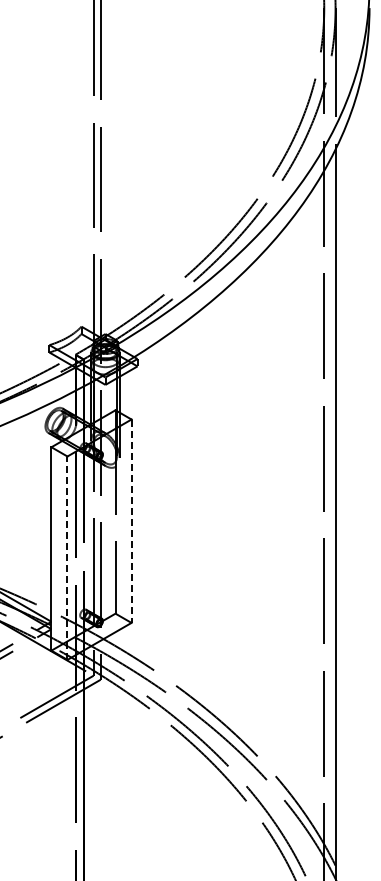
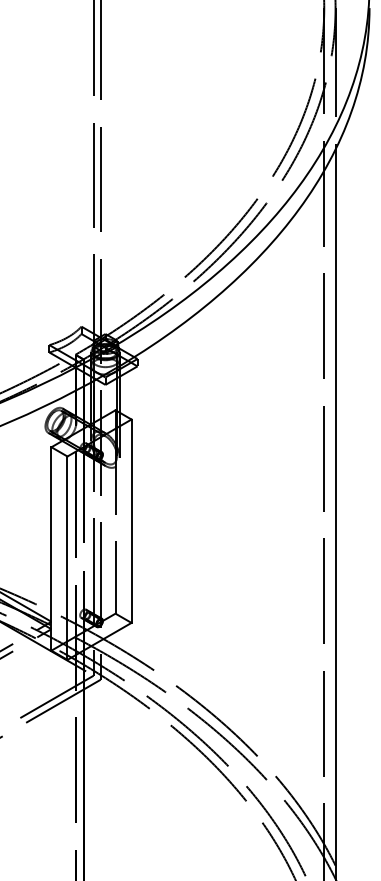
line at (131, 521): dashed -> solid
line at (67, 558): dashed -> solid
